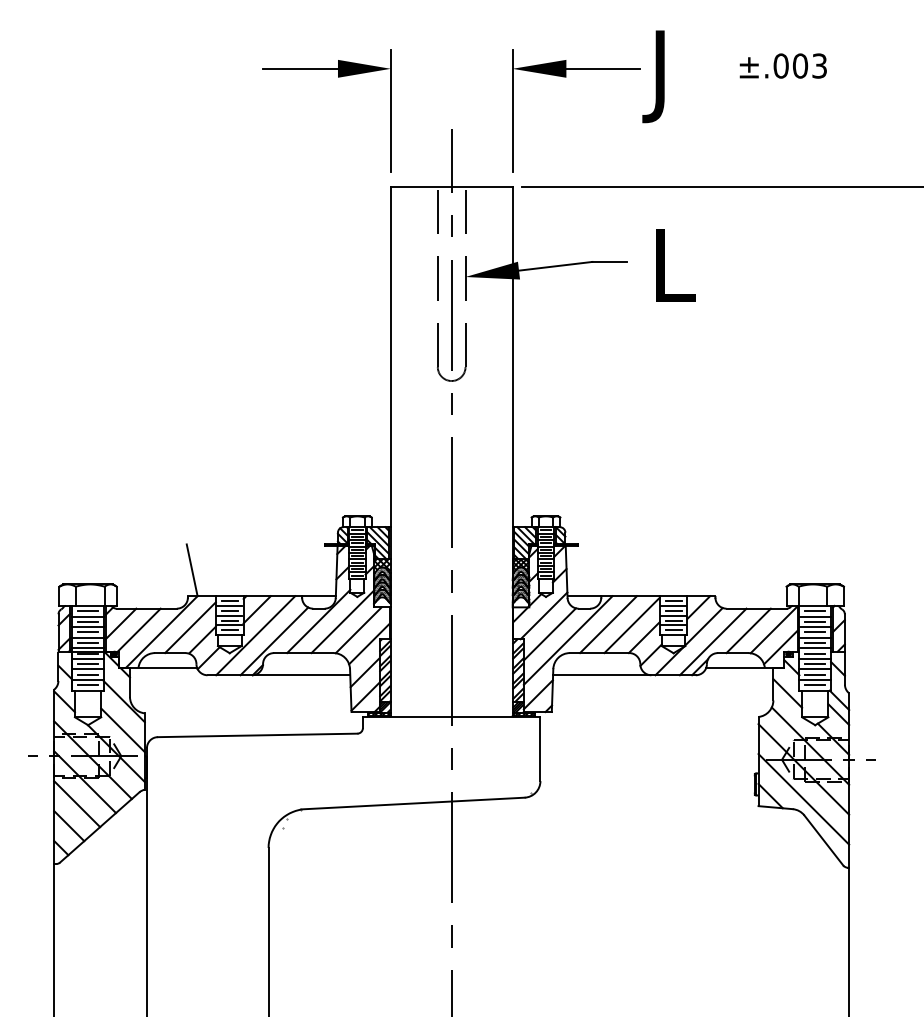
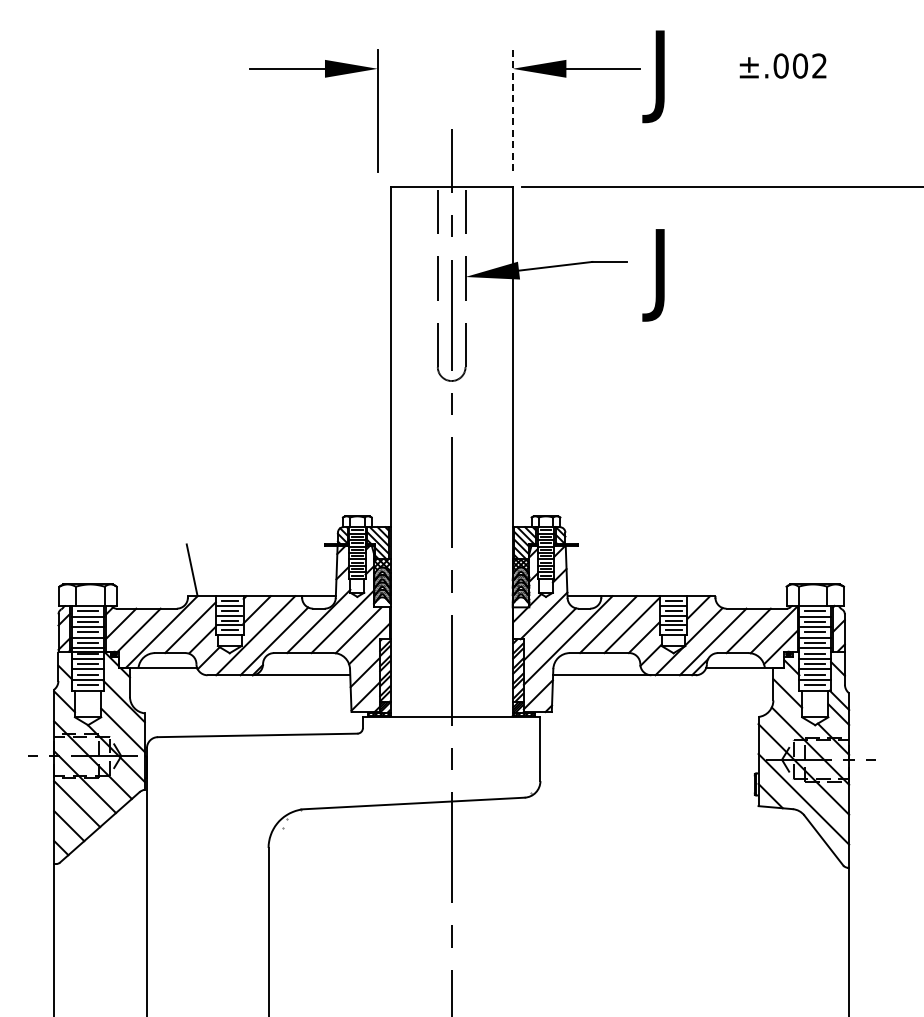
text at (819, 65): ±.003 -> ±.002
part at (338, 77) position: (338, 77) -> (325, 77)
line at (512, 111): solid -> dashed
text at (668, 275): L -> J
